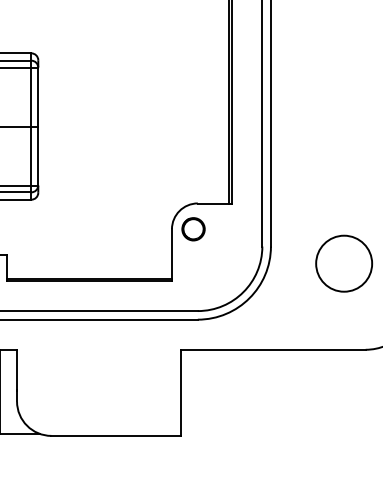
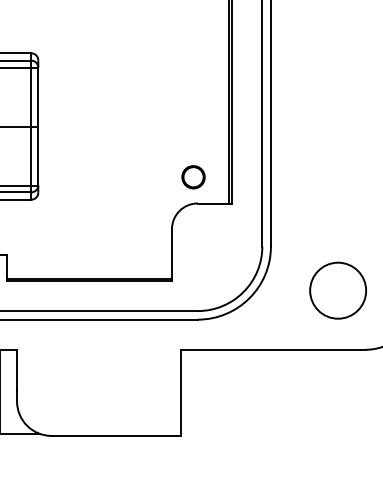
circle at (193, 229) position: (193, 229) -> (193, 177)
circle at (344, 263) position: (344, 263) -> (338, 290)
